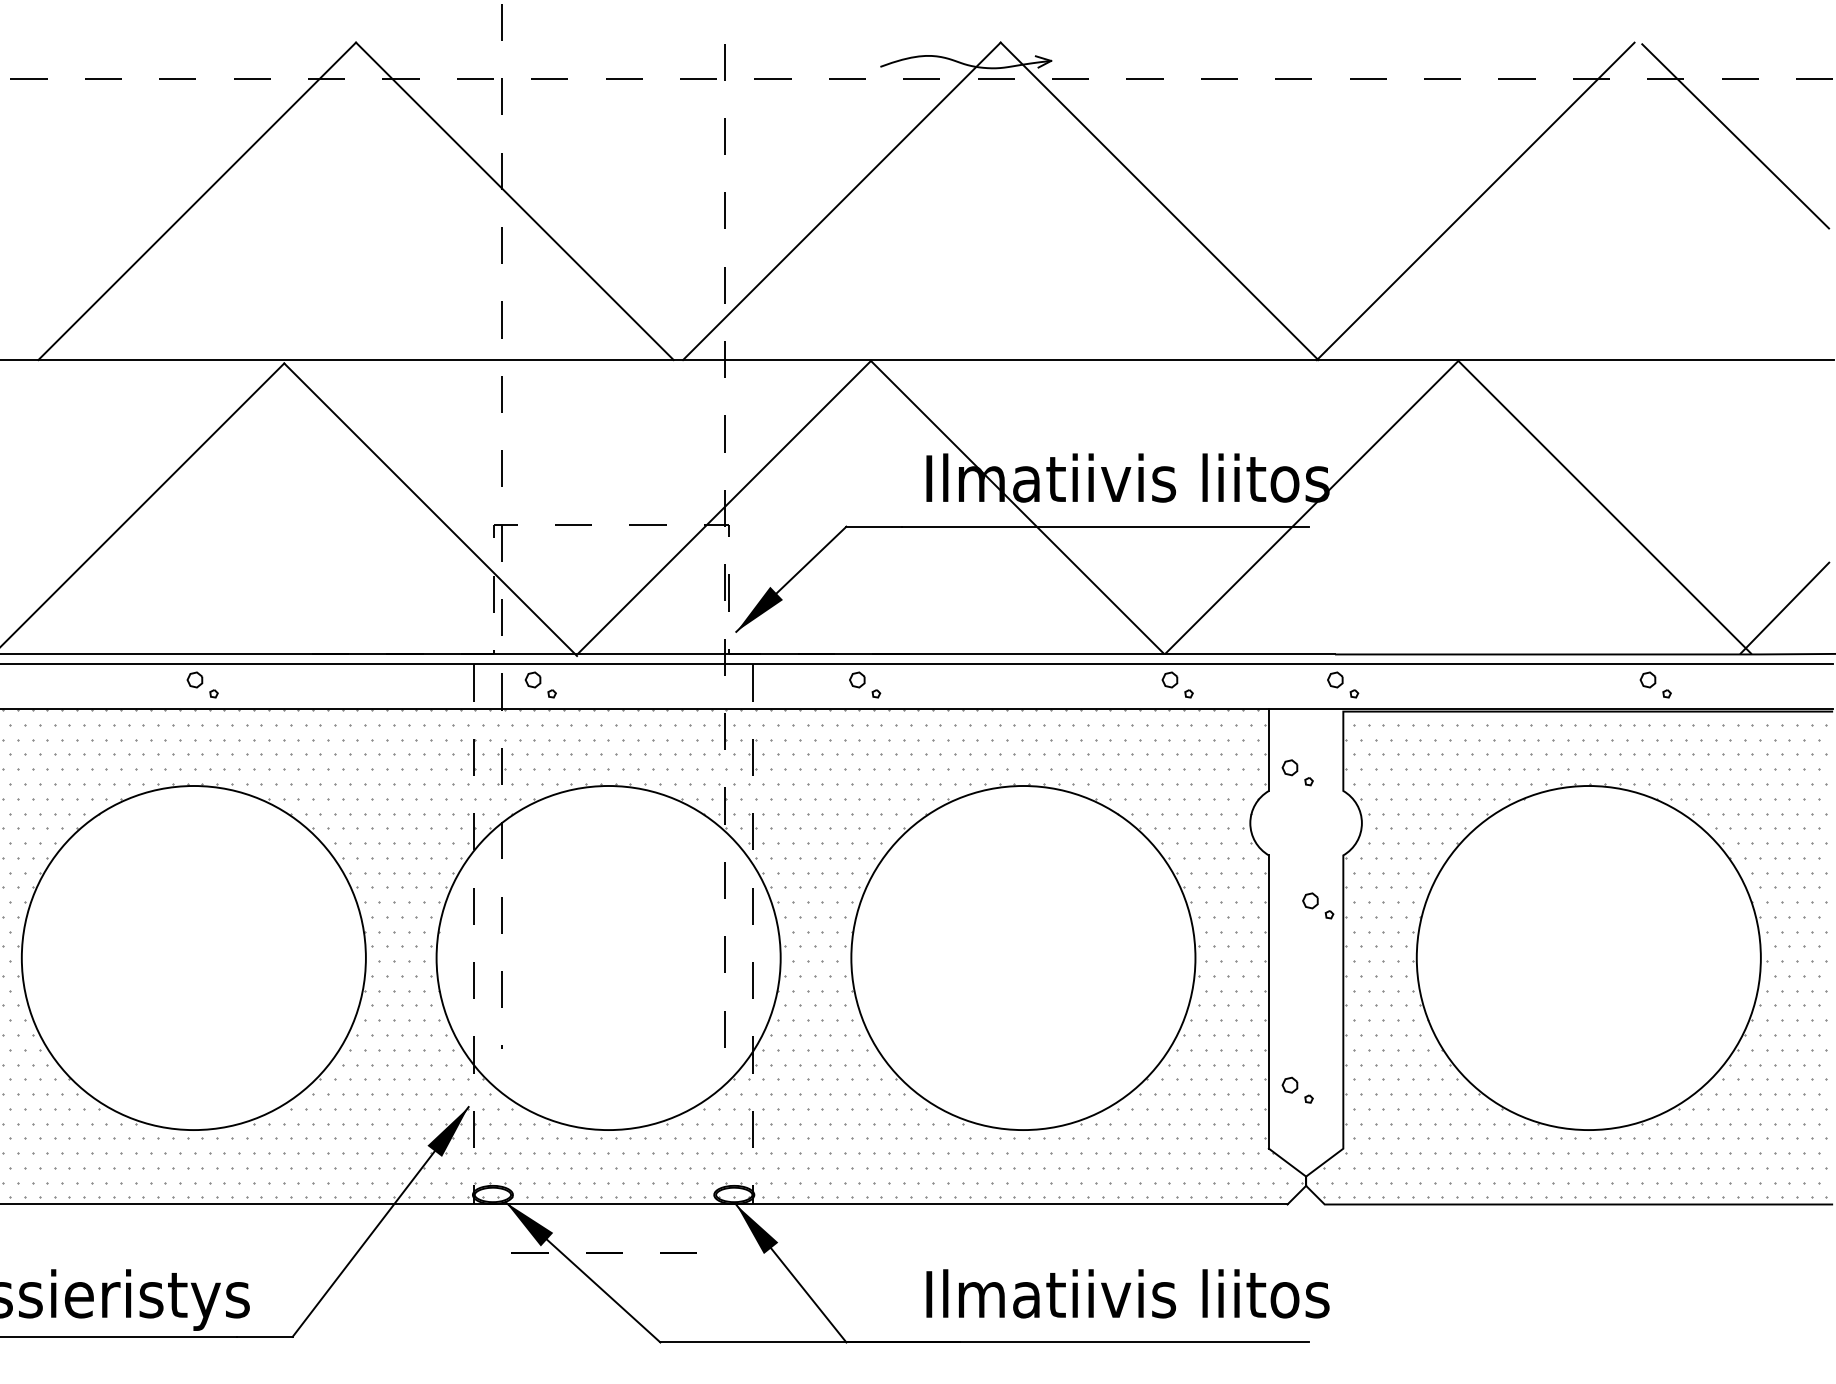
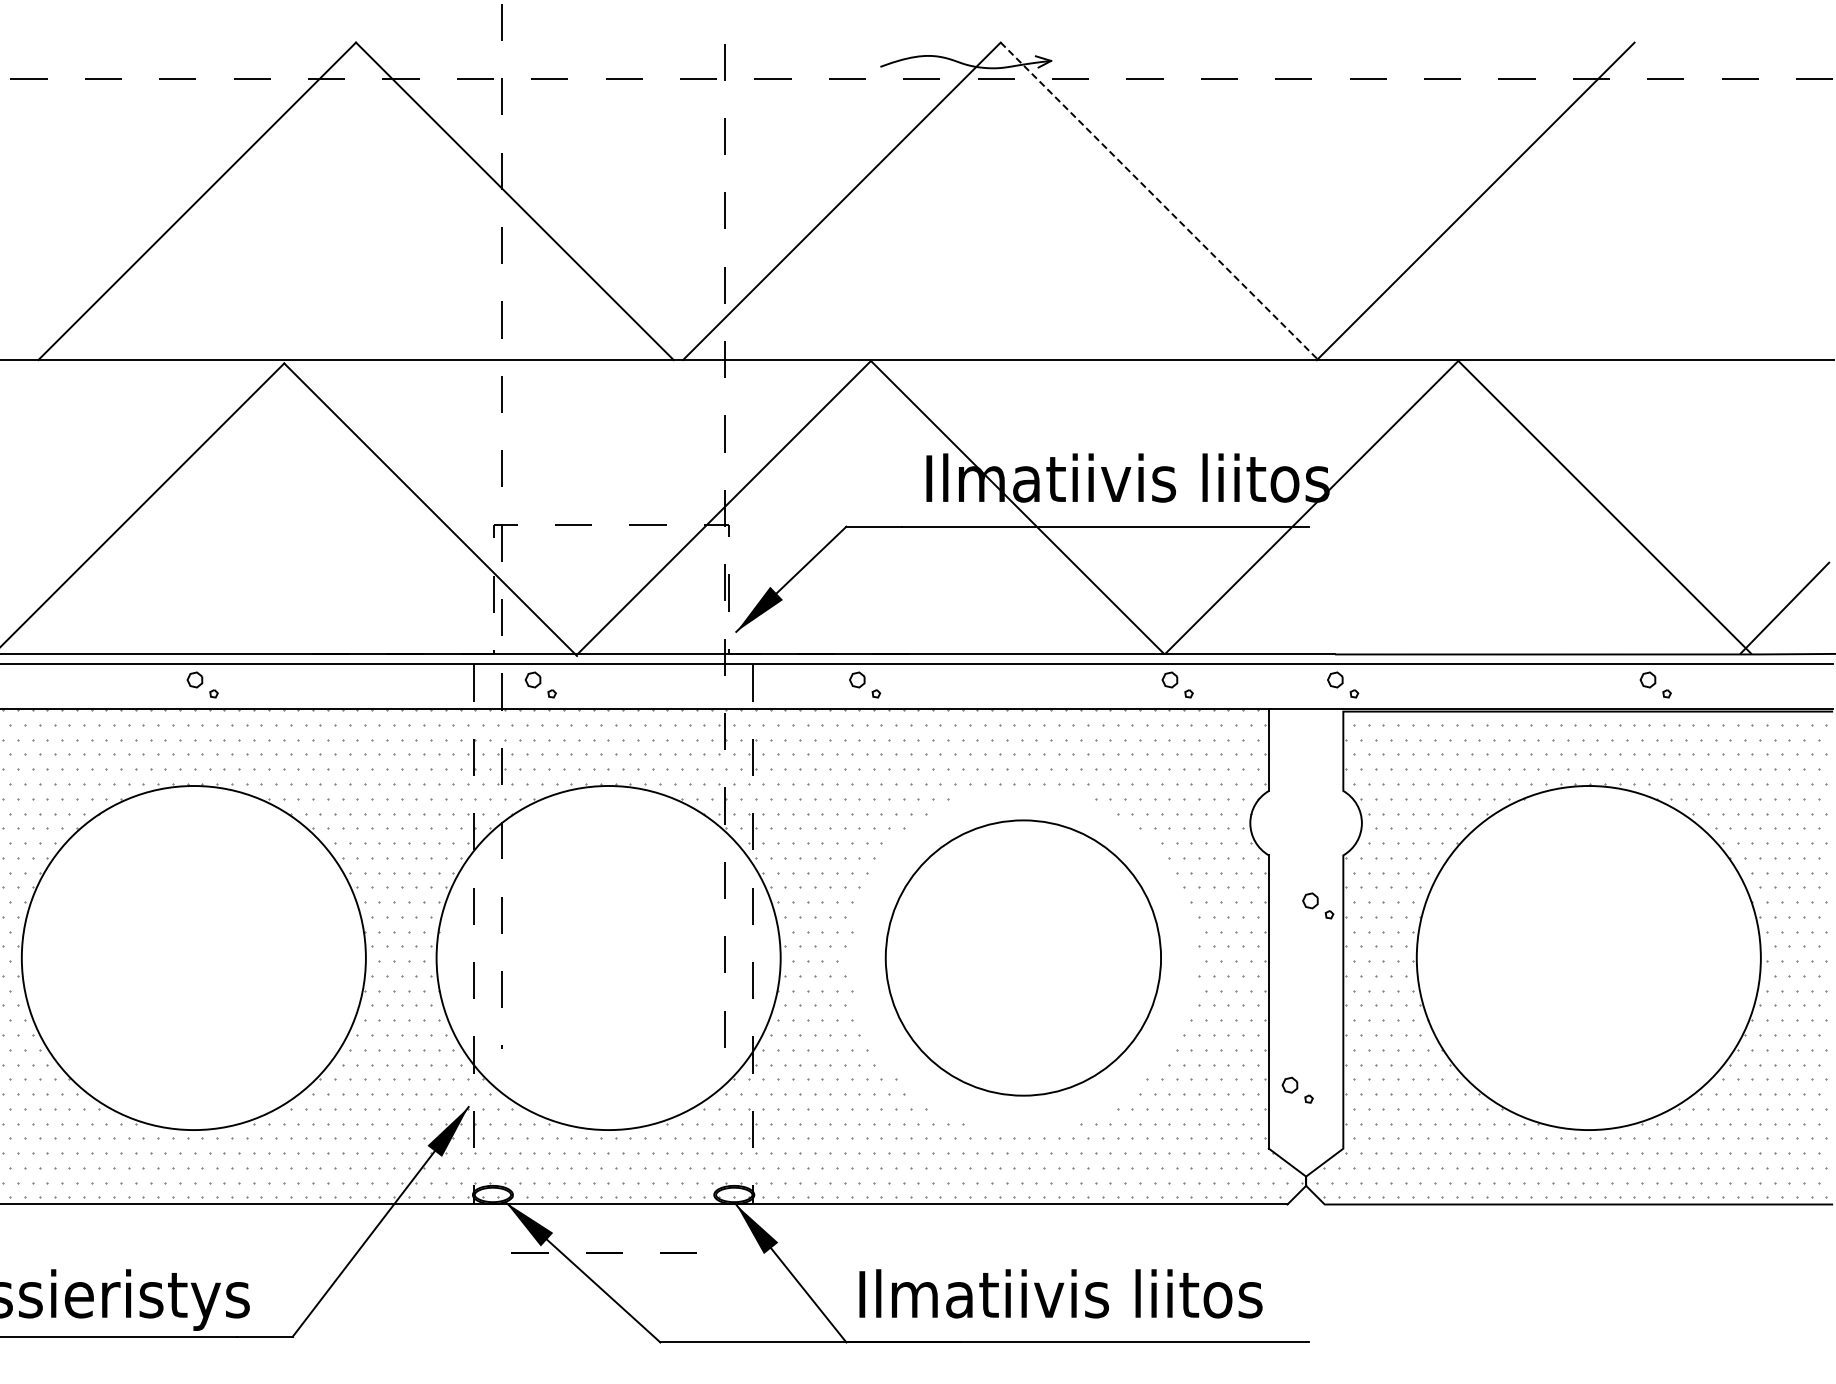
line at (1735, 136): present -> none
line at (1159, 201): solid -> dashed
part at (1297, 772): present -> none
circle at (1023, 958) diameter: 344 px -> 275 px
text at (1127, 1293) position: (1127, 1293) -> (1060, 1293)
